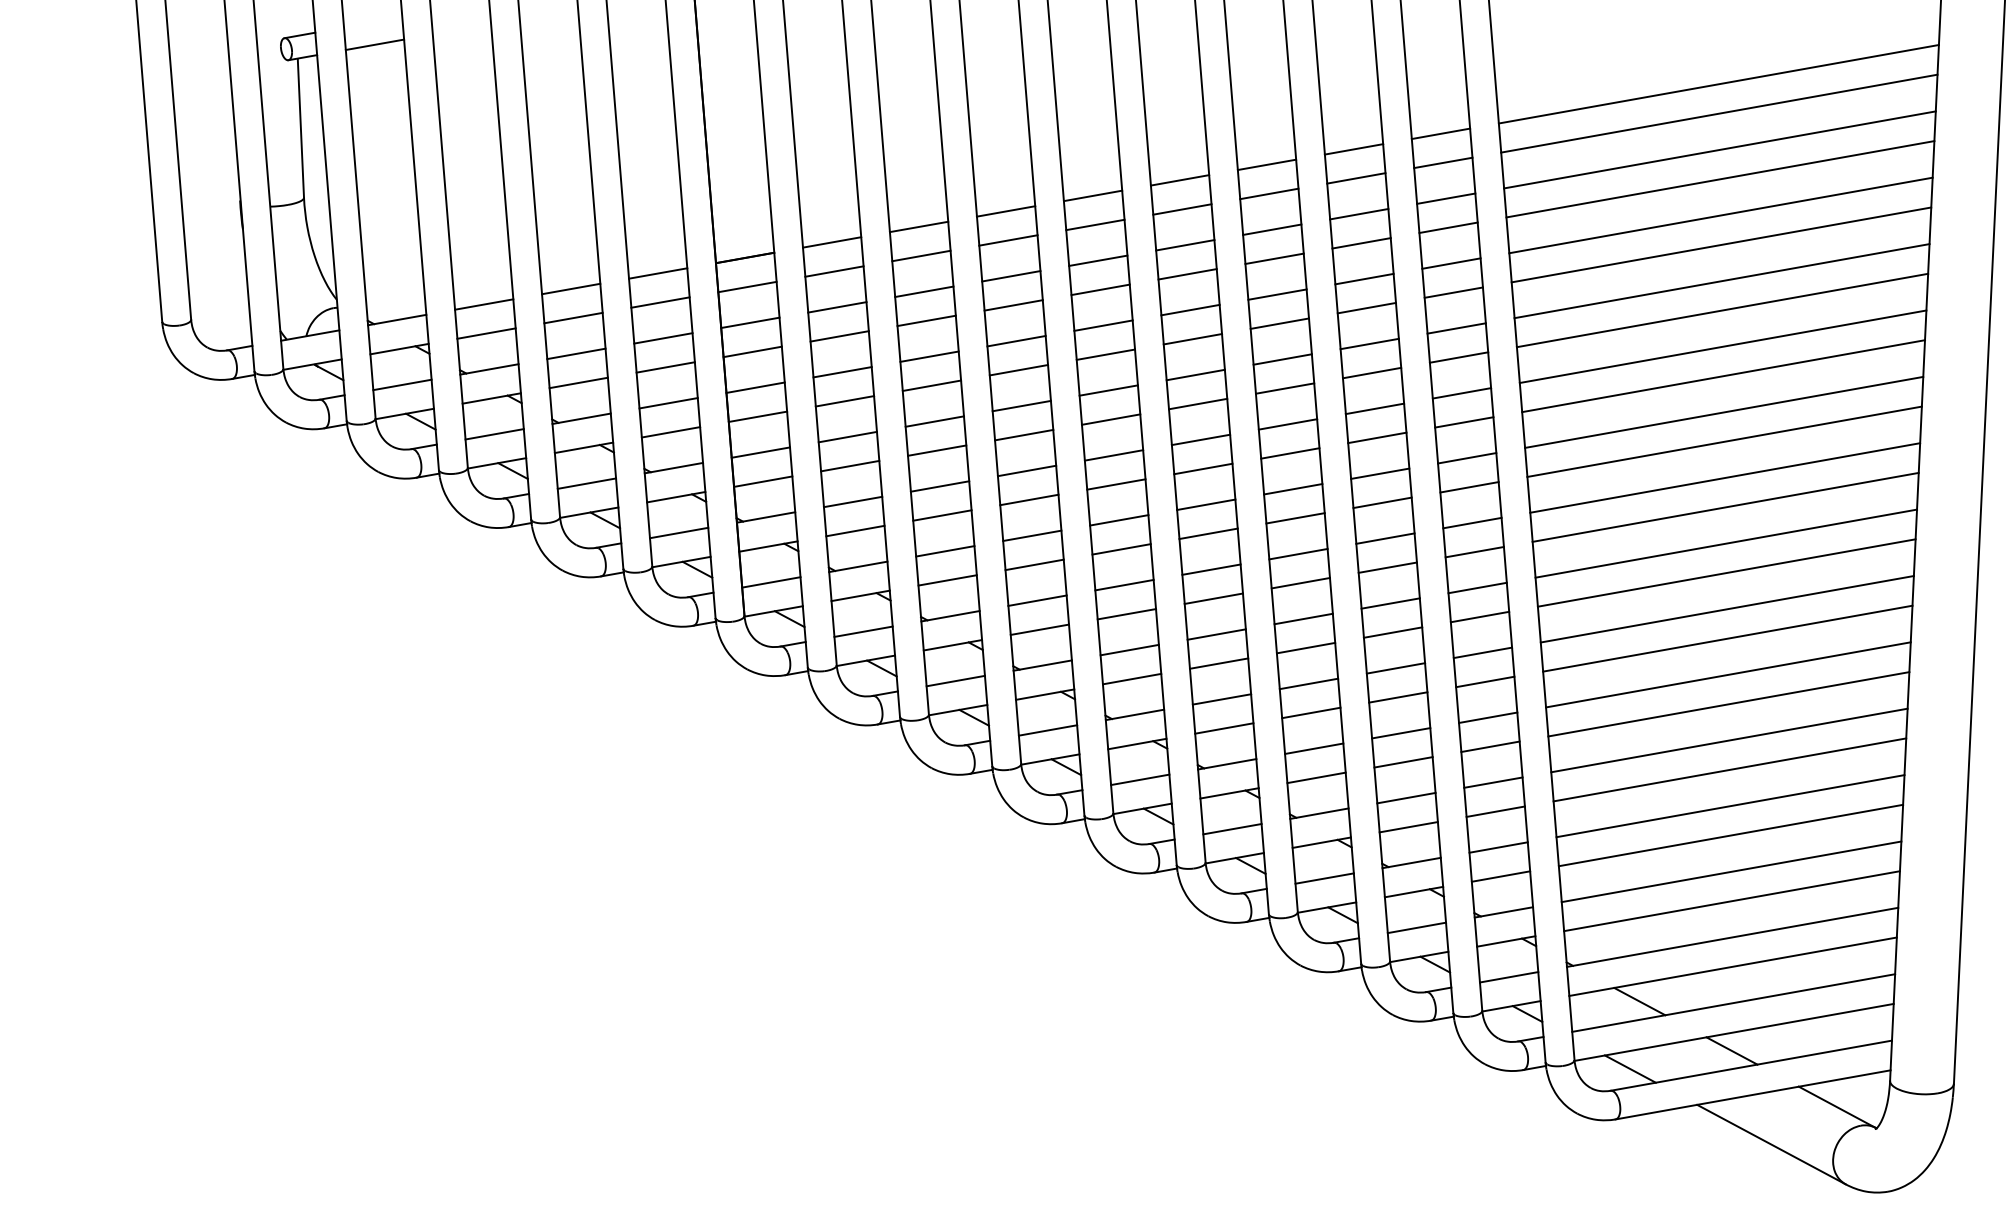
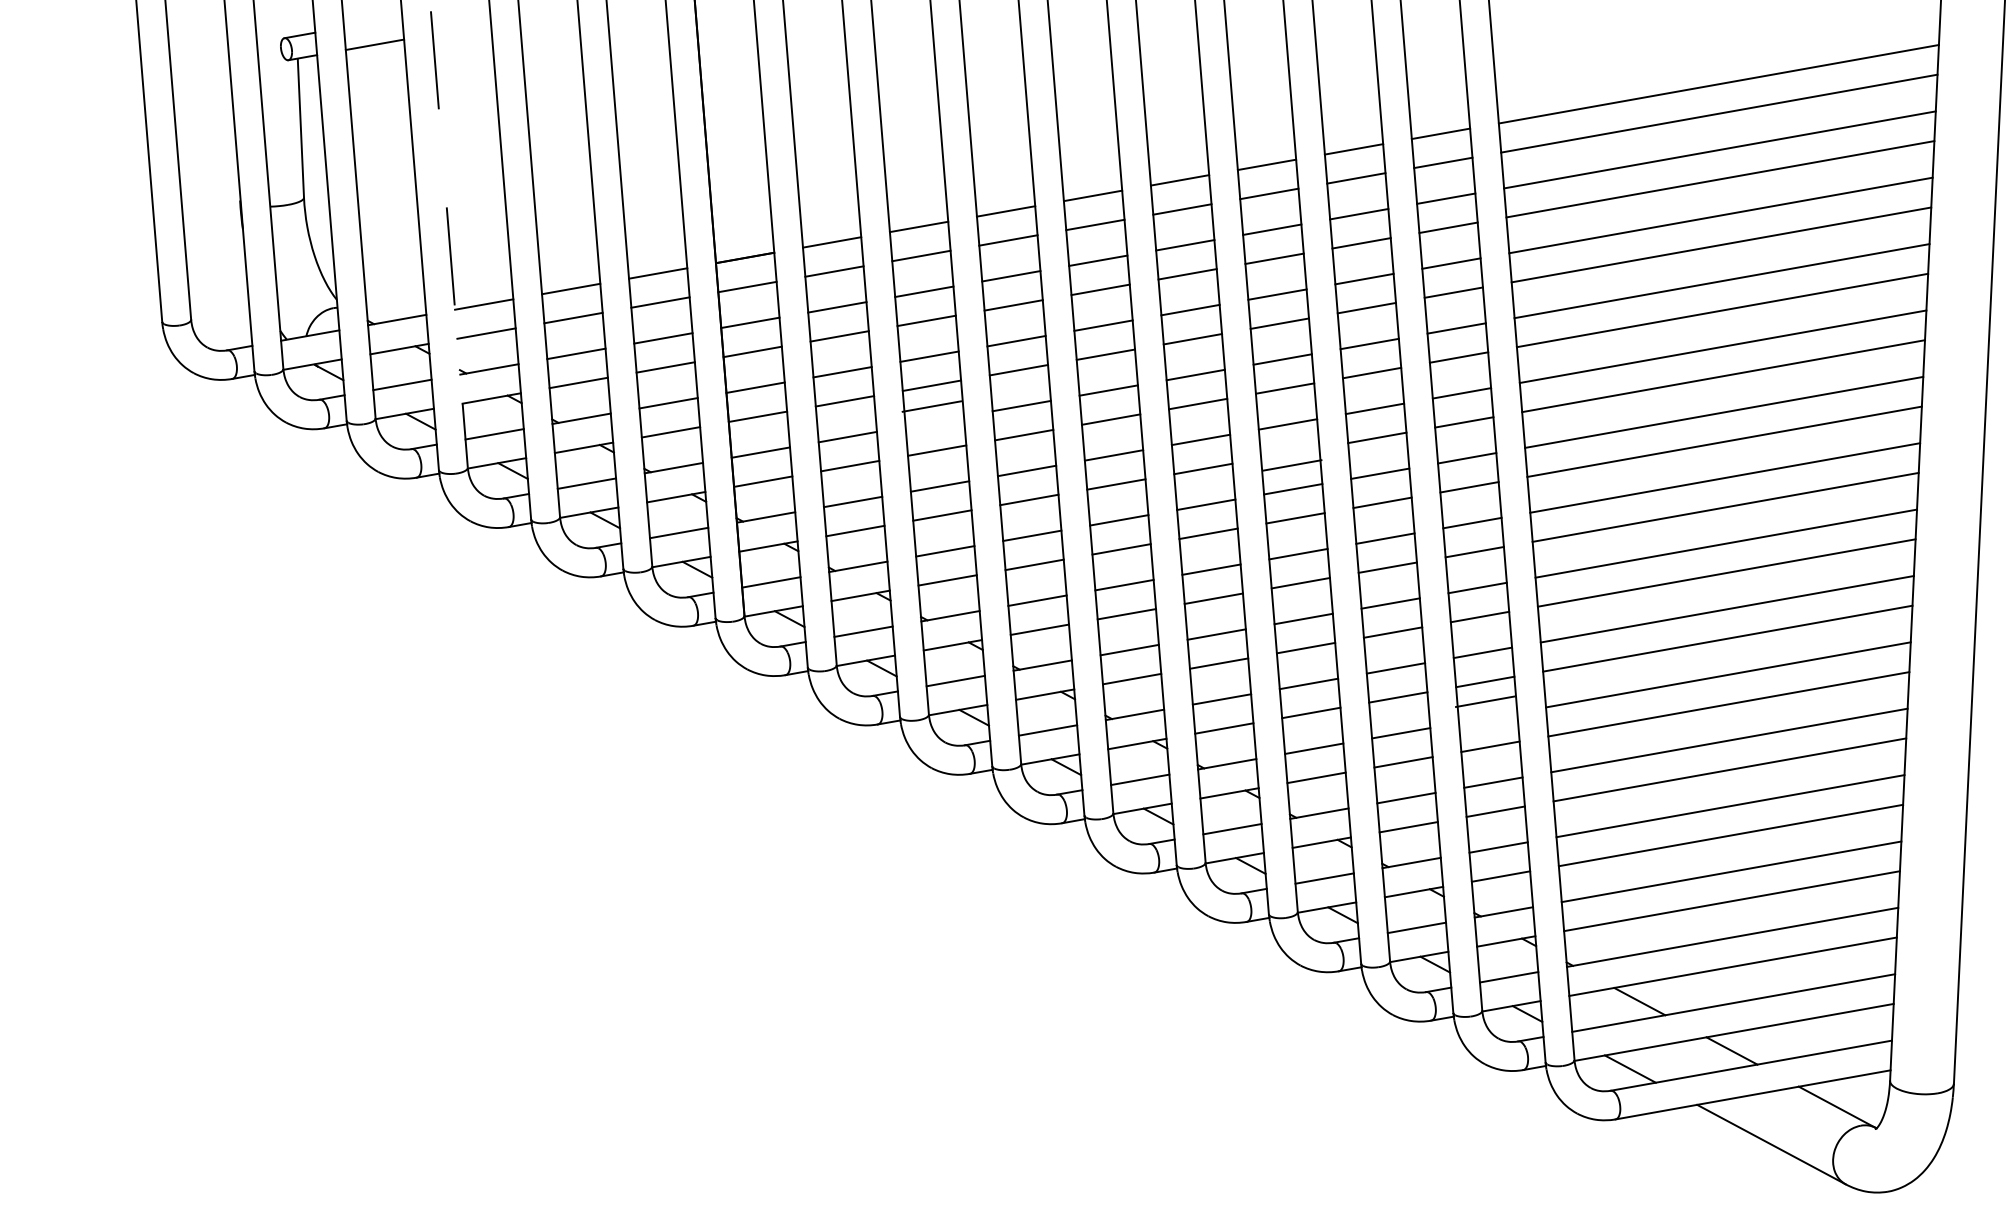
line at (448, 234): solid -> dashed
line at (934, 421) position: (934, 421) -> (931, 406)
line at (1290, 453) position: (1290, 453) -> (1292, 465)
line at (1488, 717) position: (1488, 717) -> (1485, 701)
